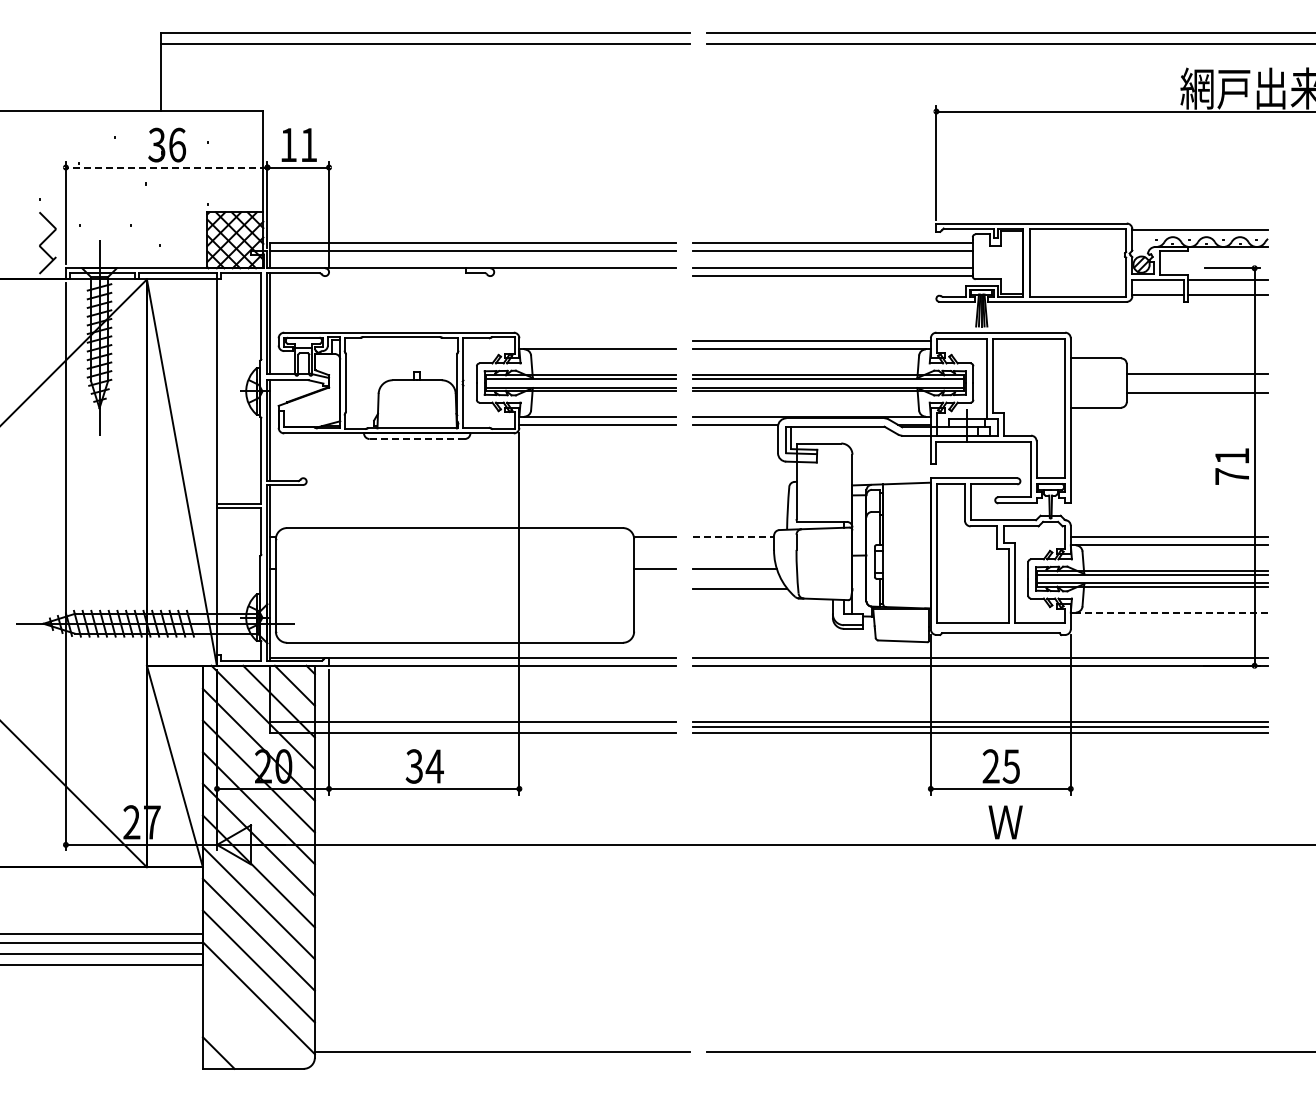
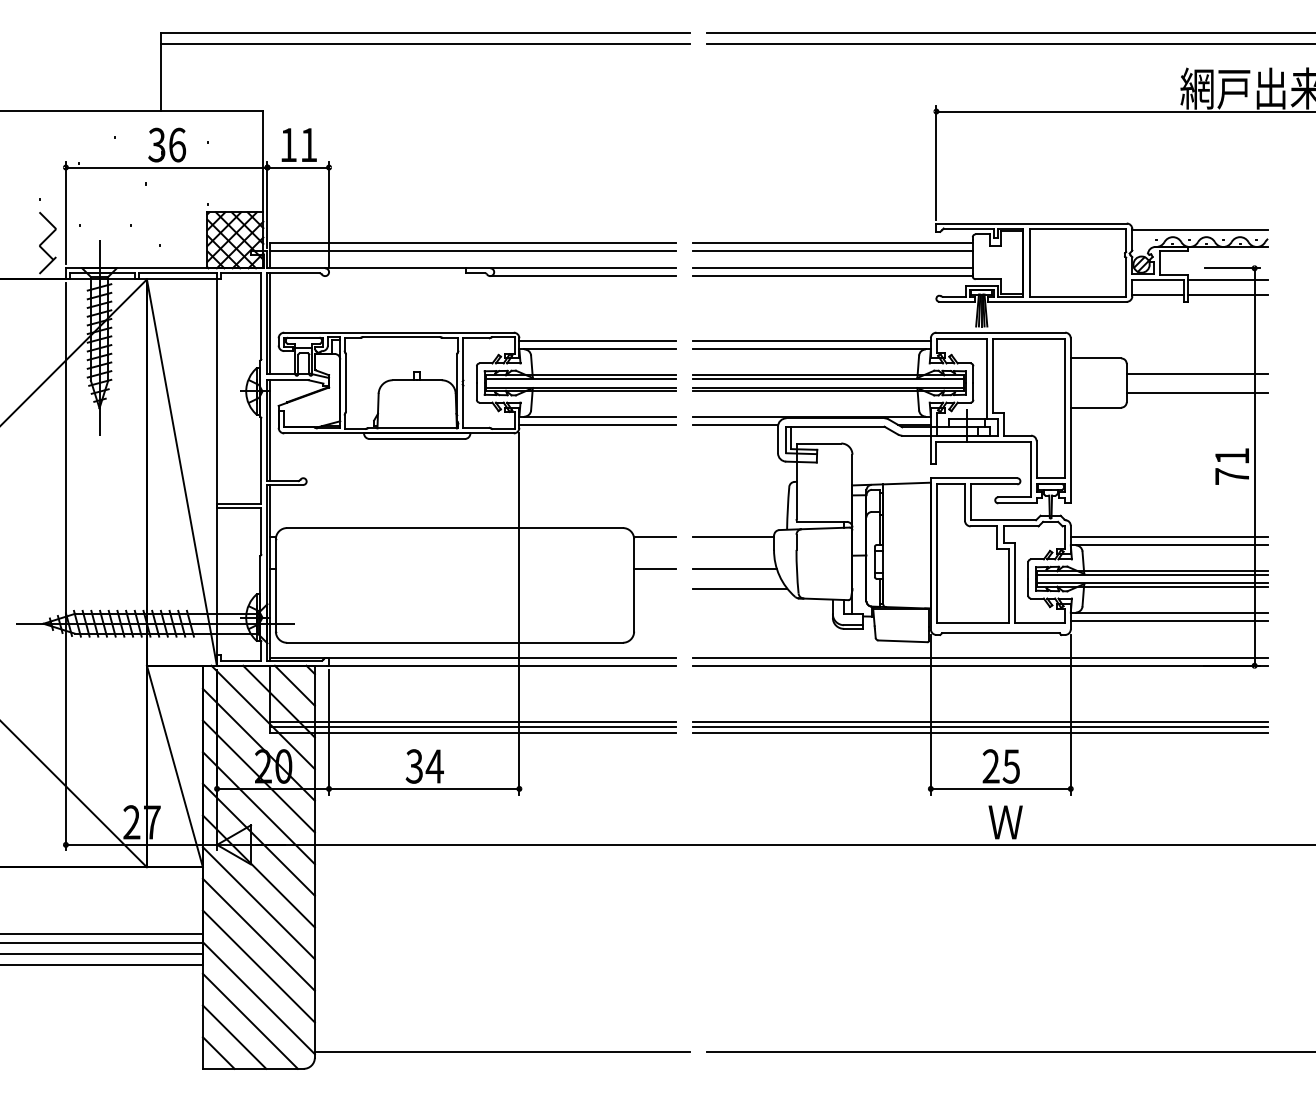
line at (166, 167): dashed -> solid
line at (583, 276): none -> present
line at (597, 341): none -> present
line at (417, 439): dashed -> solid
line at (733, 537): dashed -> solid
line at (1171, 612): dashed -> solid
line at (1169, 620): none -> present
line at (473, 727): none -> present
line at (249, 1020): none -> present
line at (234, 1036): none -> present
